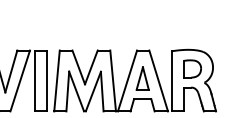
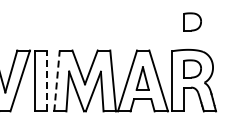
part at (192, 21): none -> present
line at (47, 80): solid -> dashed
line at (57, 80): solid -> dashed
